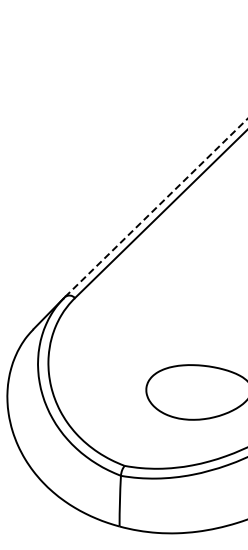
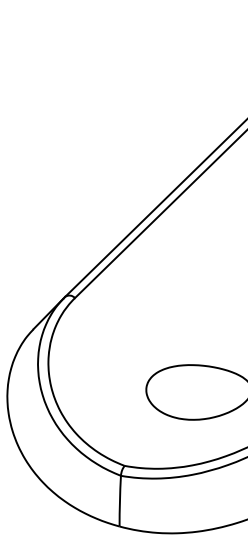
line at (156, 207): dashed -> solid
